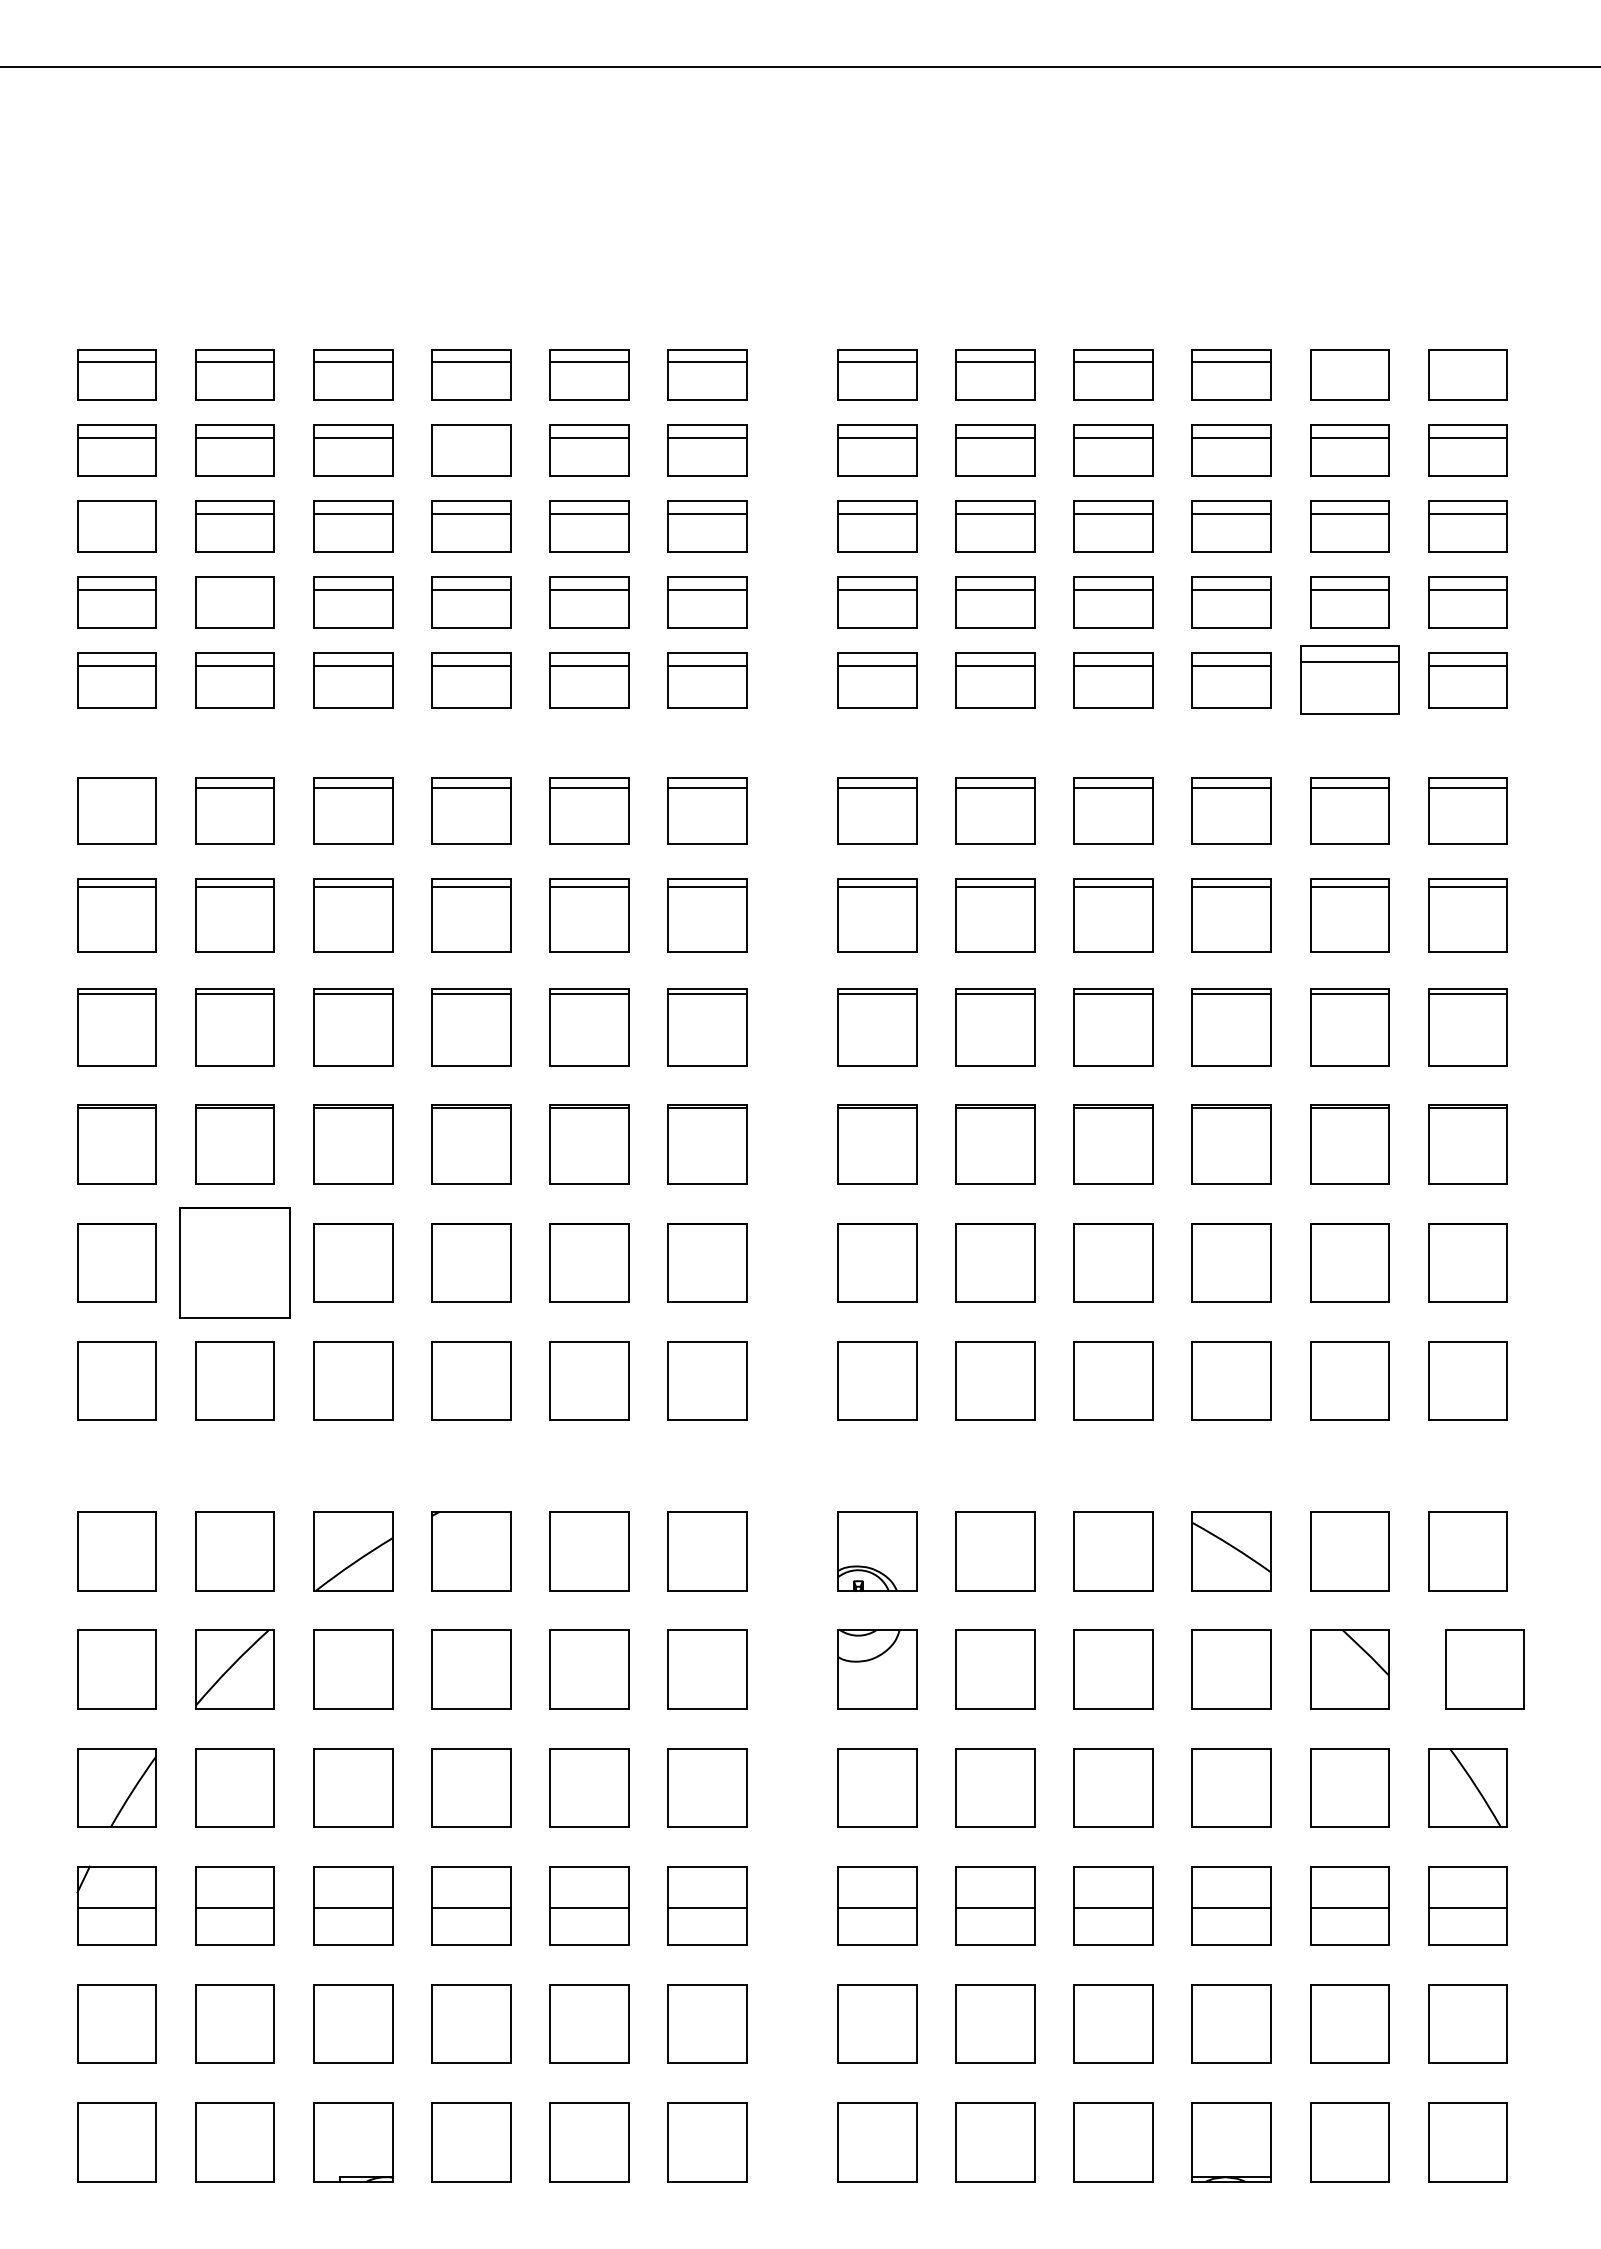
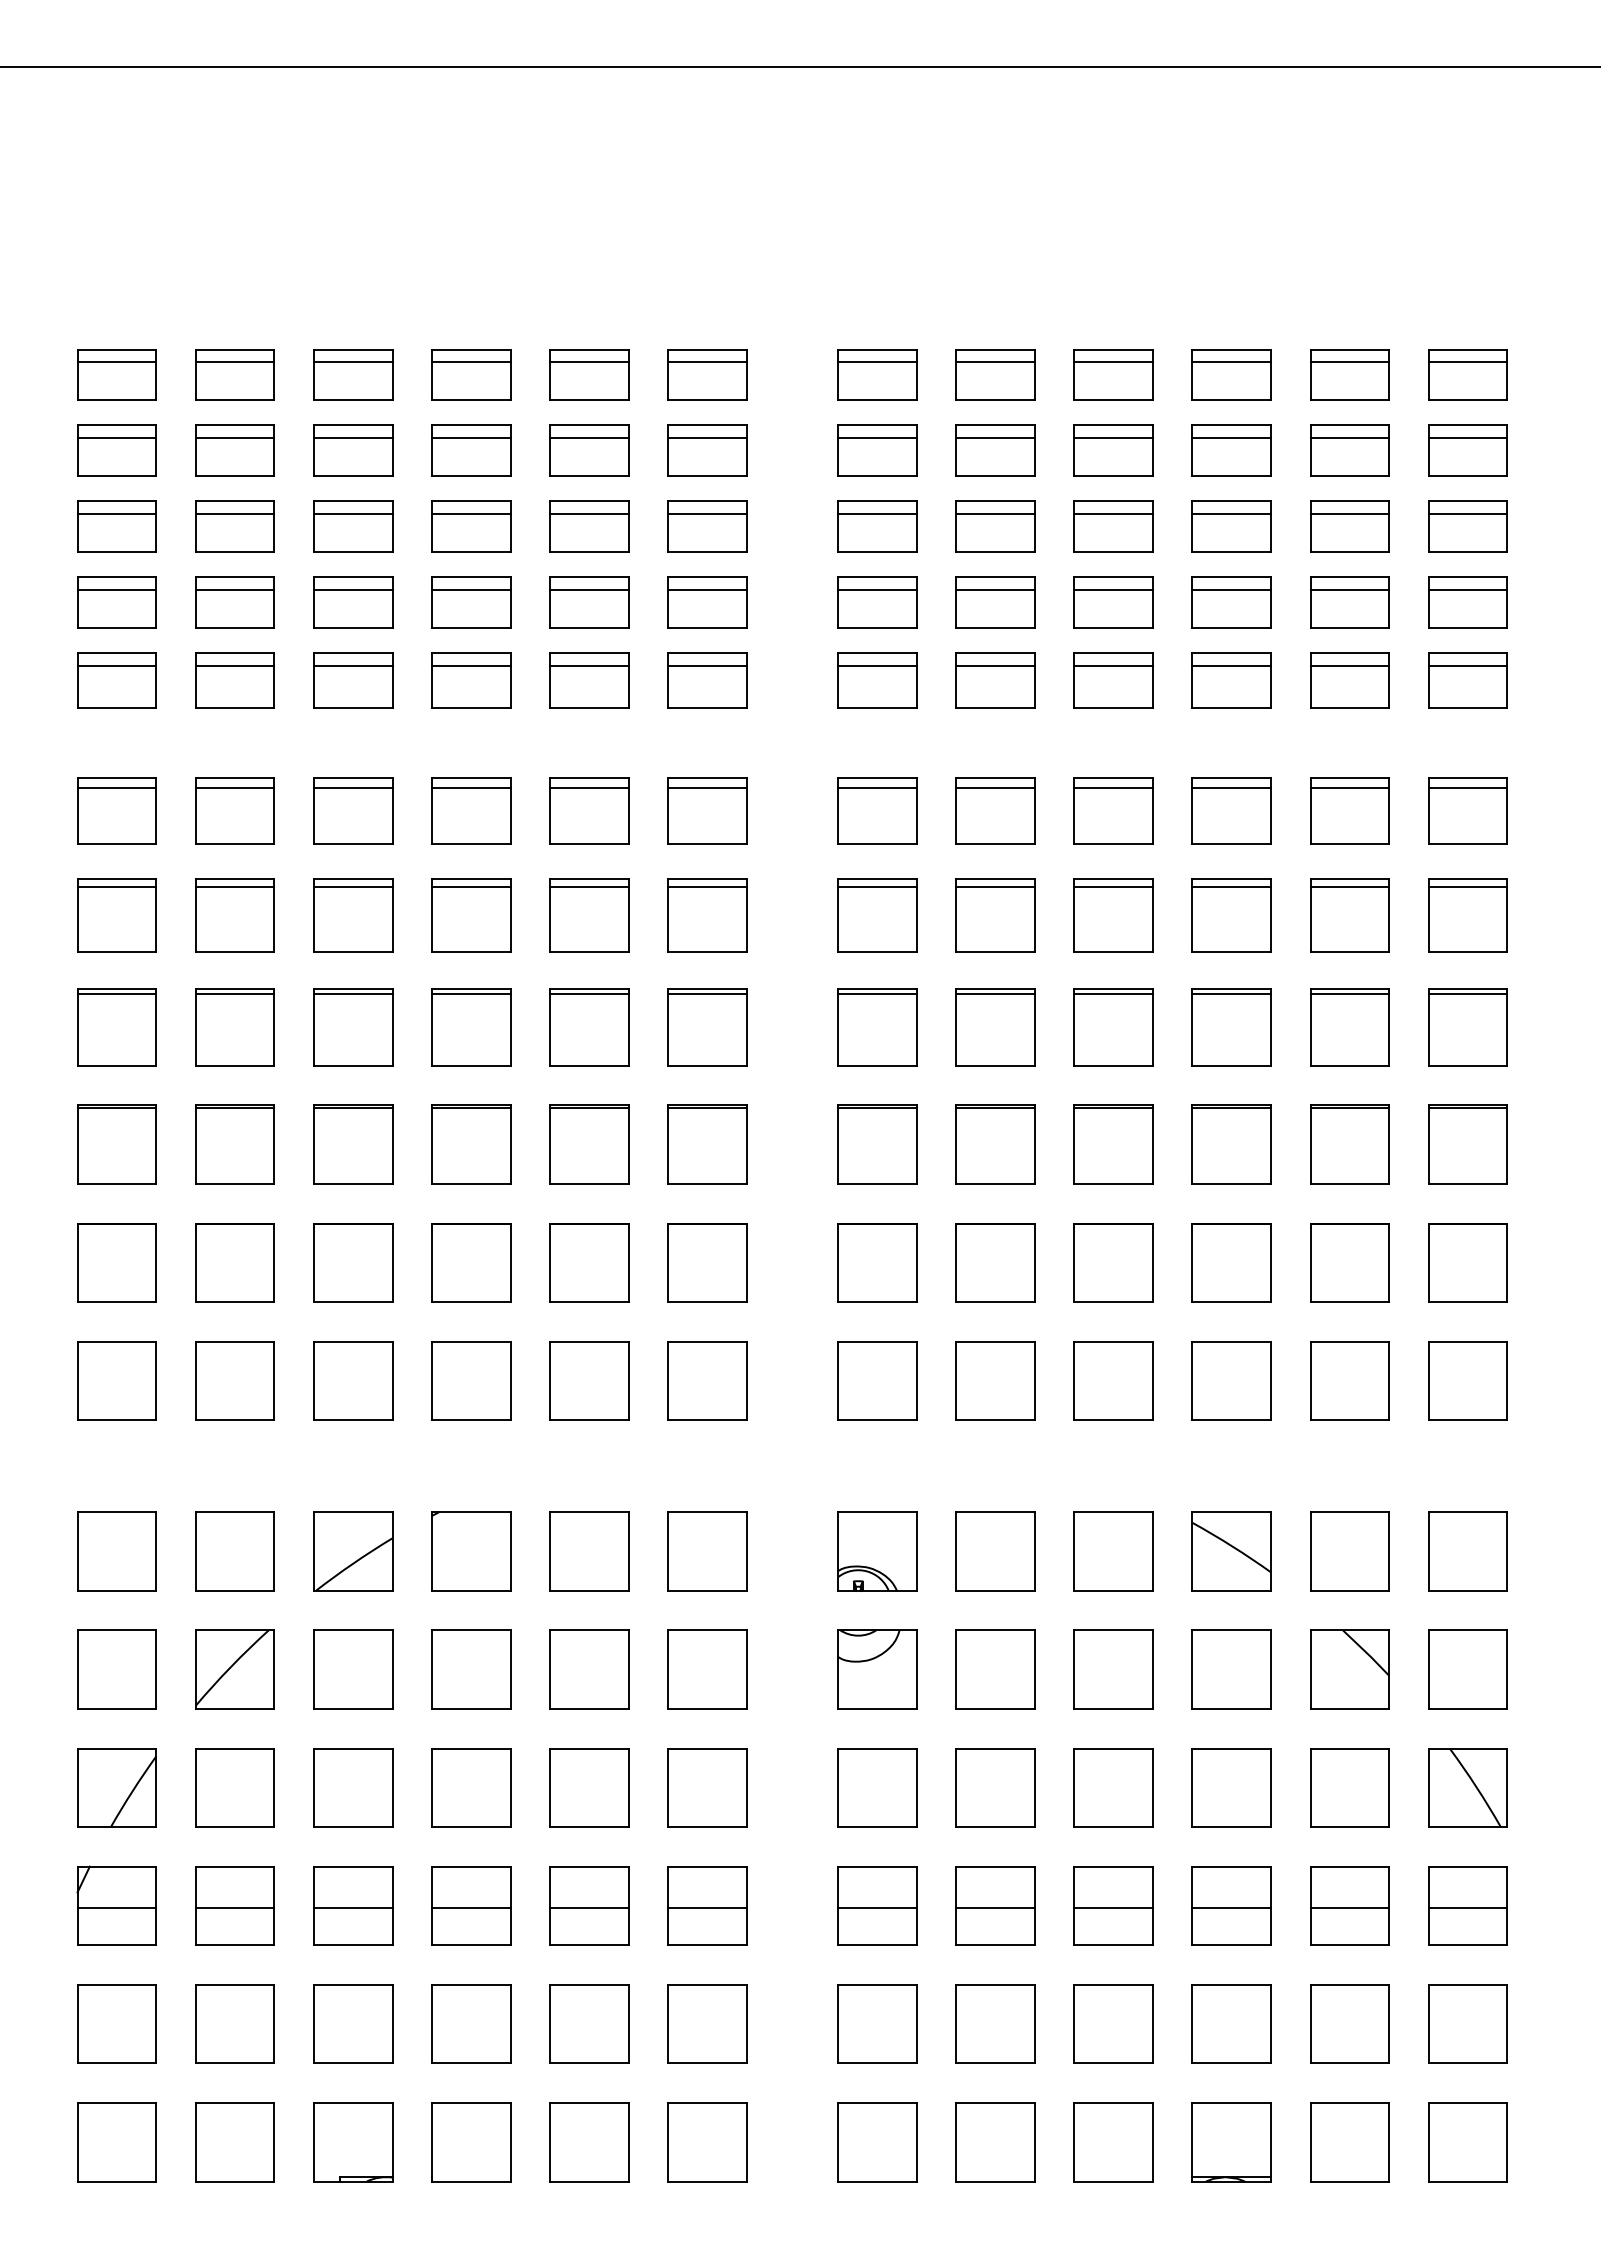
line at (1349, 362): none -> present
line at (1467, 362): none -> present
line at (470, 438): none -> present
line at (116, 514): none -> present
line at (234, 590): none -> present
part at (1349, 679) size: 100x70 px -> 80x57 px
line at (116, 788): none -> present
part at (234, 1262) size: 112x112 px -> 80x80 px
part at (1484, 1669) position: (1484, 1669) -> (1467, 1669)
